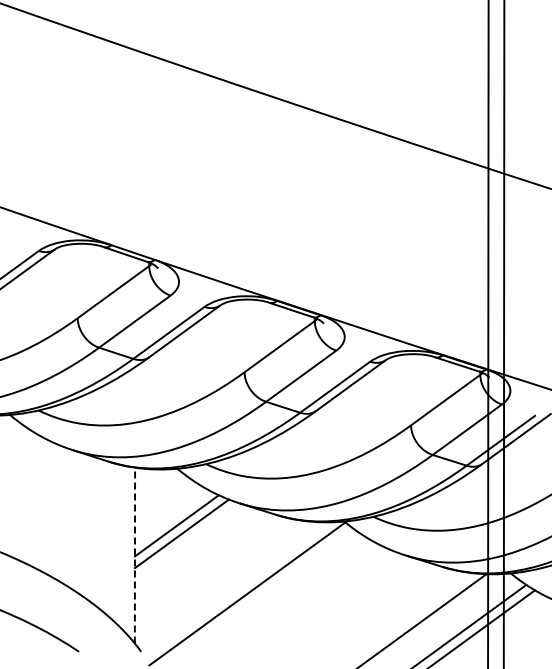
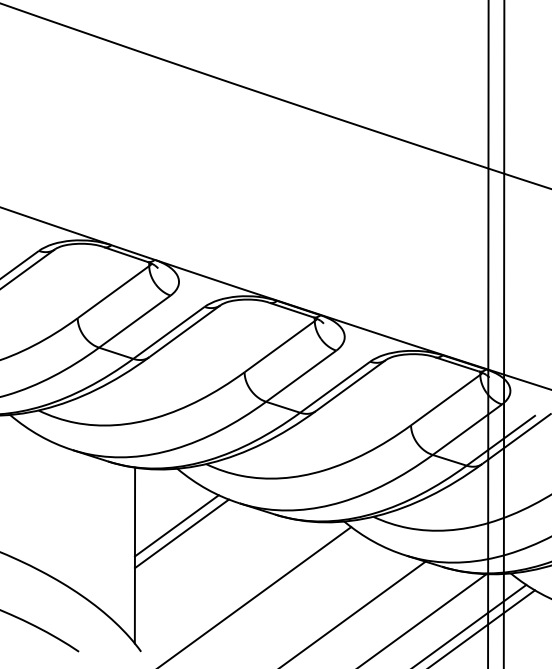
line at (134, 555): dashed -> solid
line at (248, 593) position: (248, 593) -> (256, 596)
line at (354, 613): none -> present
